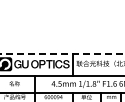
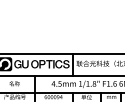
line at (62, 53): dashed -> solid
